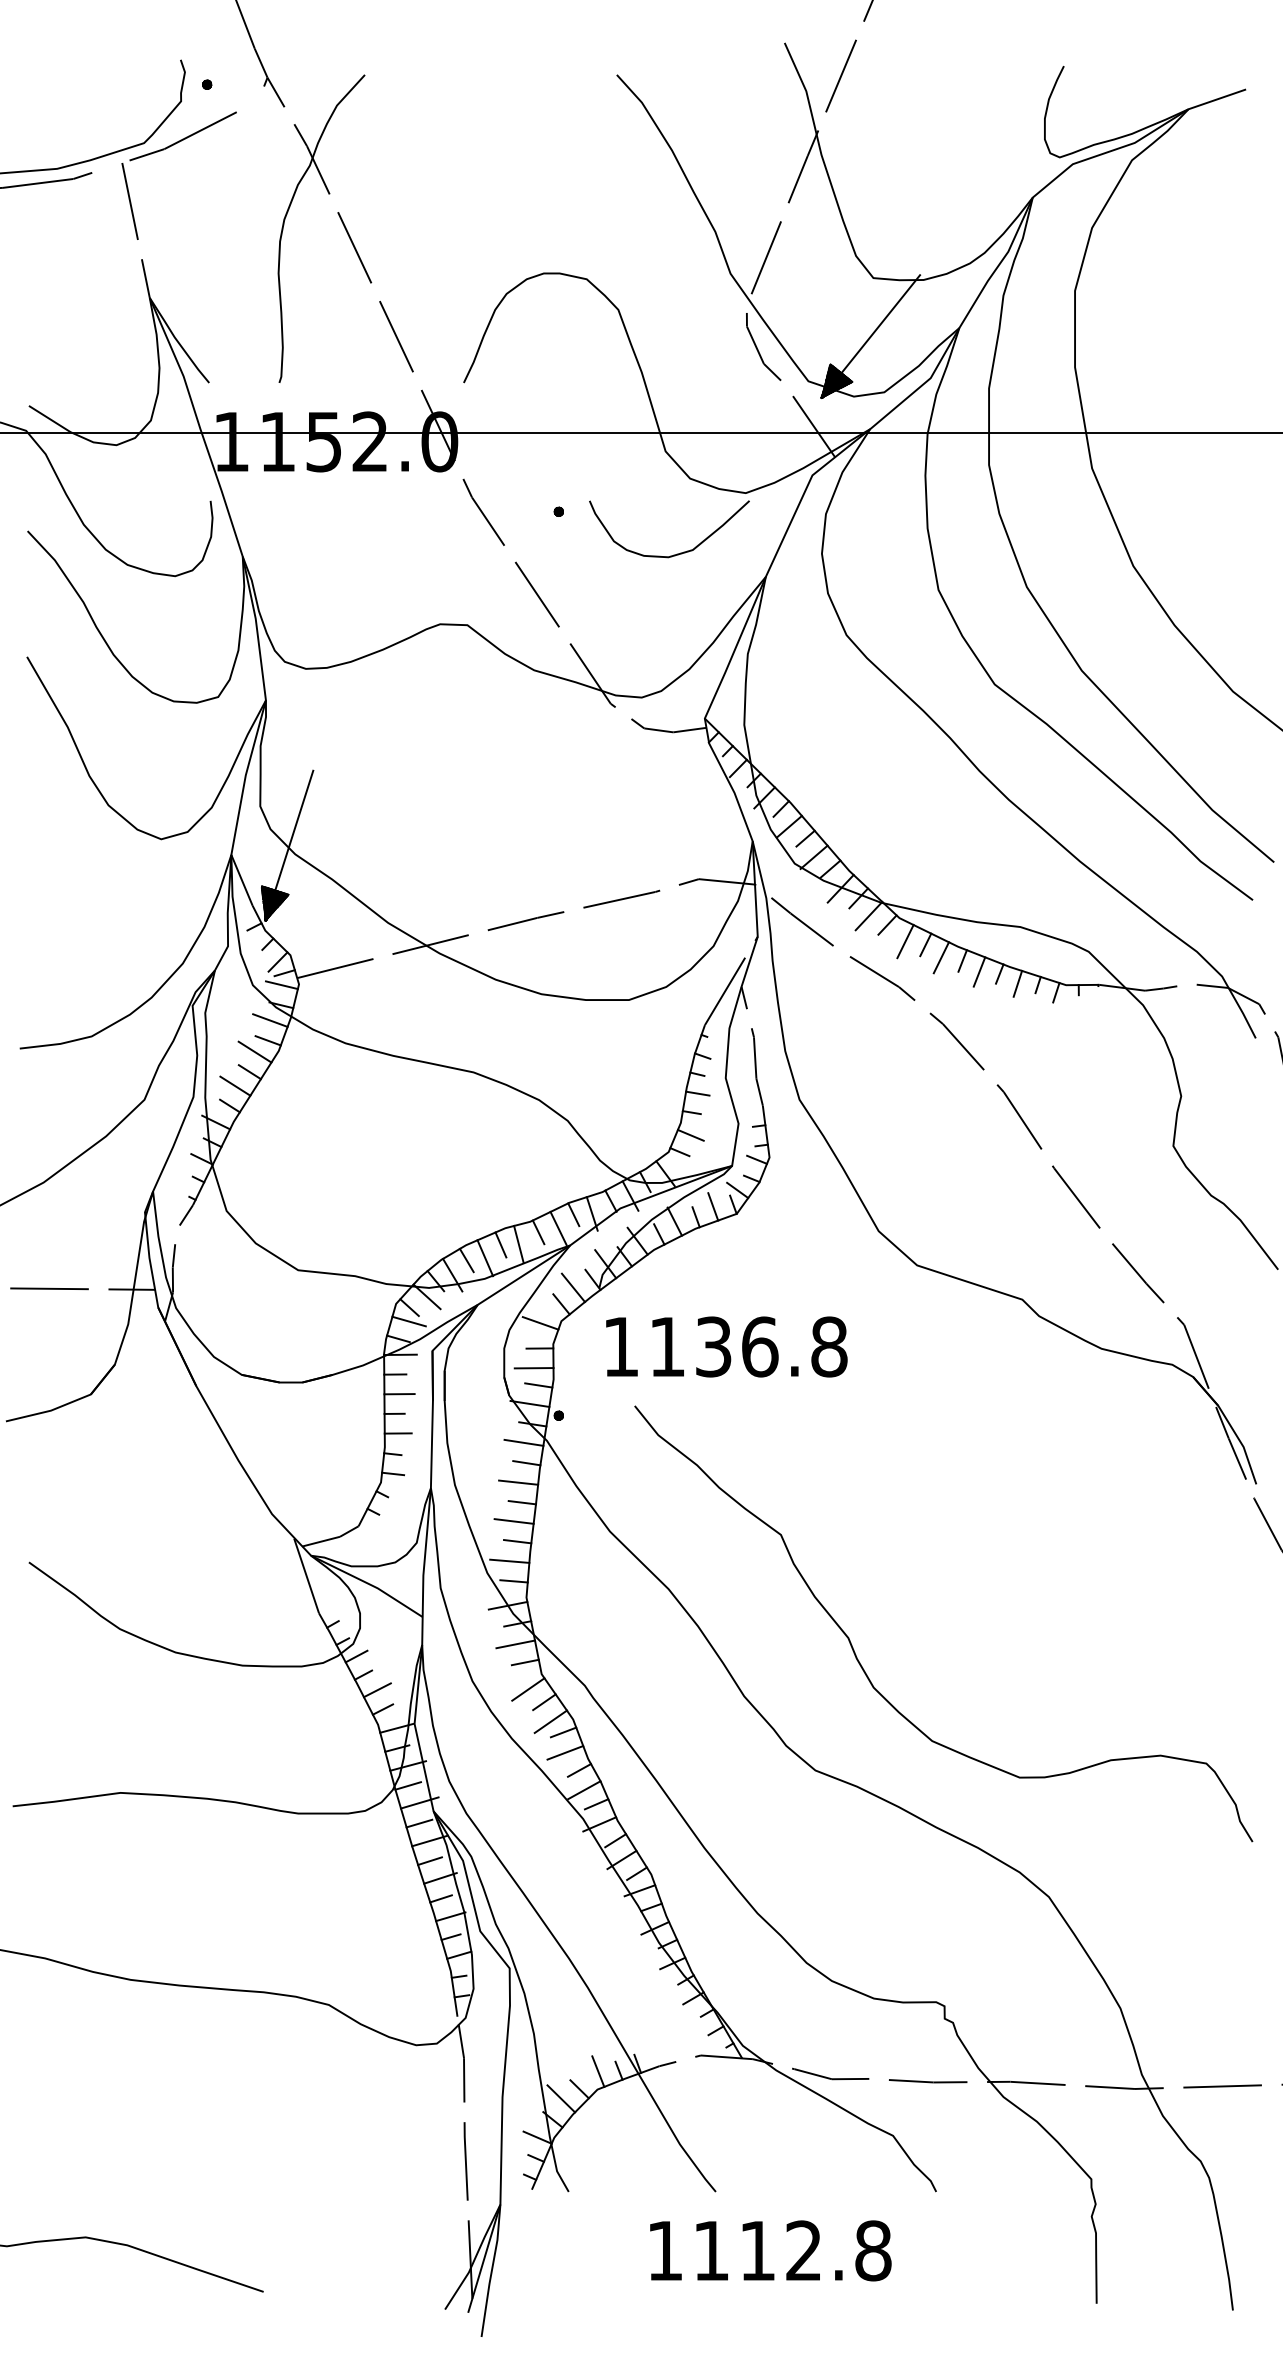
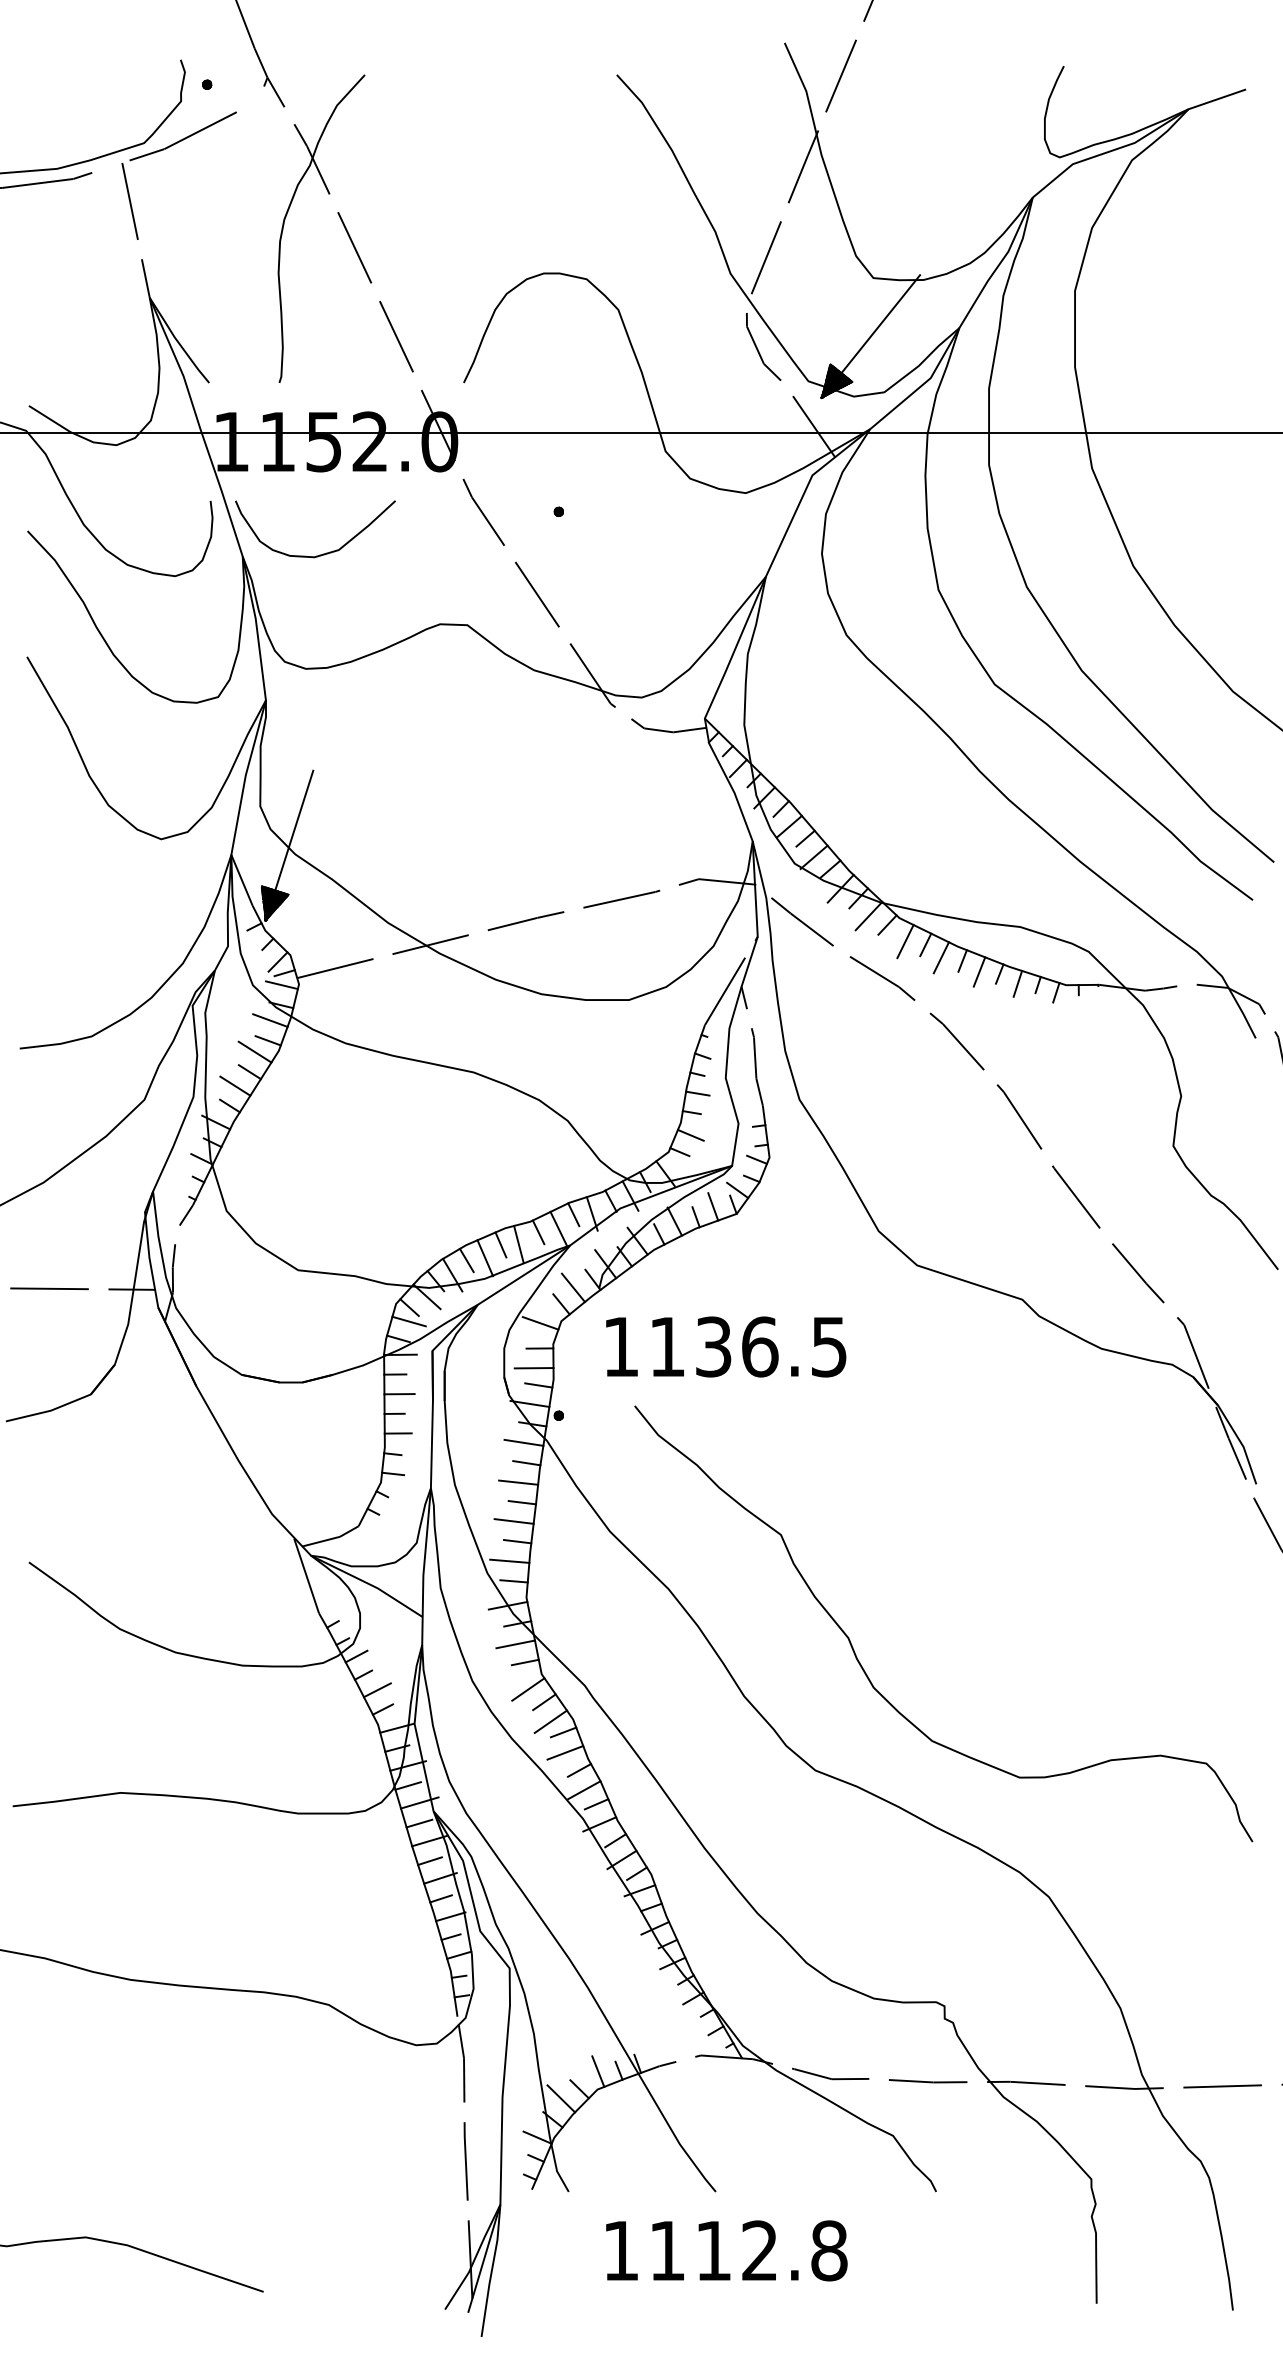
curve at (677, 553) position: (677, 553) -> (323, 553)
text at (829, 1346): 1136.8 -> 1136.5
text at (770, 2250) position: (770, 2250) -> (726, 2250)
